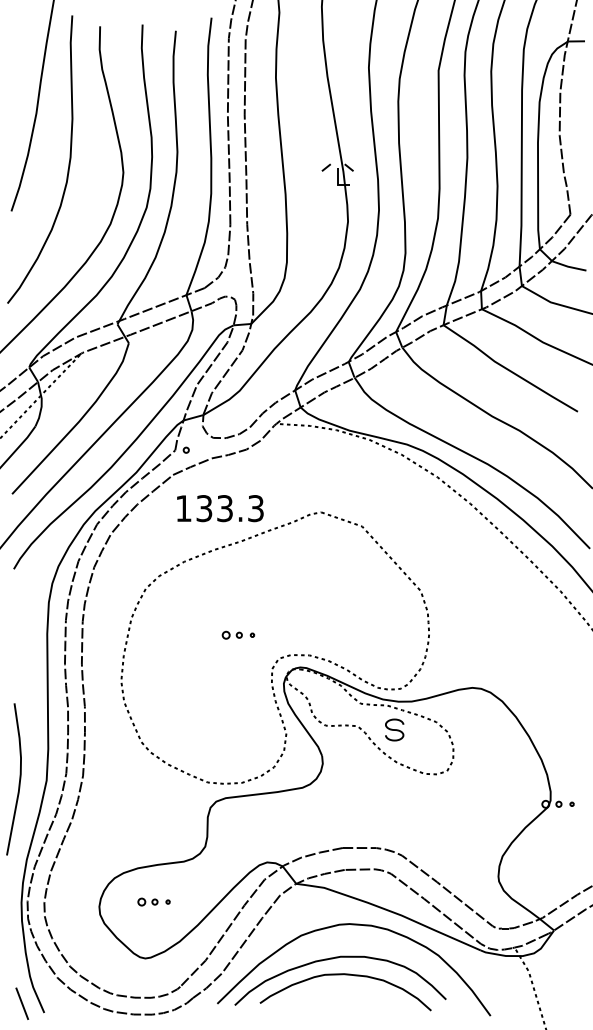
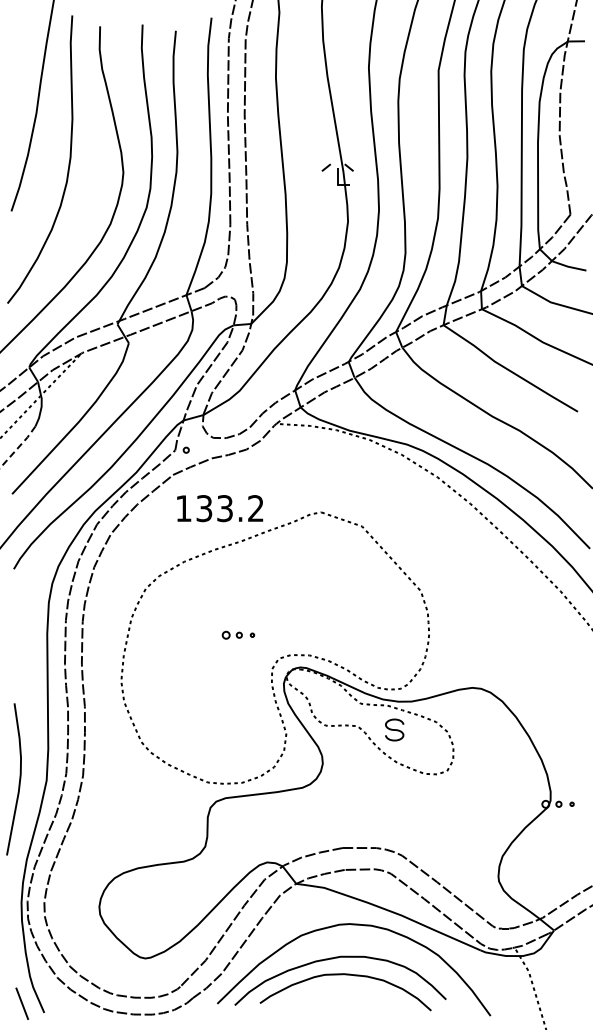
line at (18, 447): solid -> dashed
text at (255, 508): 133.3 -> 133.2
part at (153, 901): present -> none
